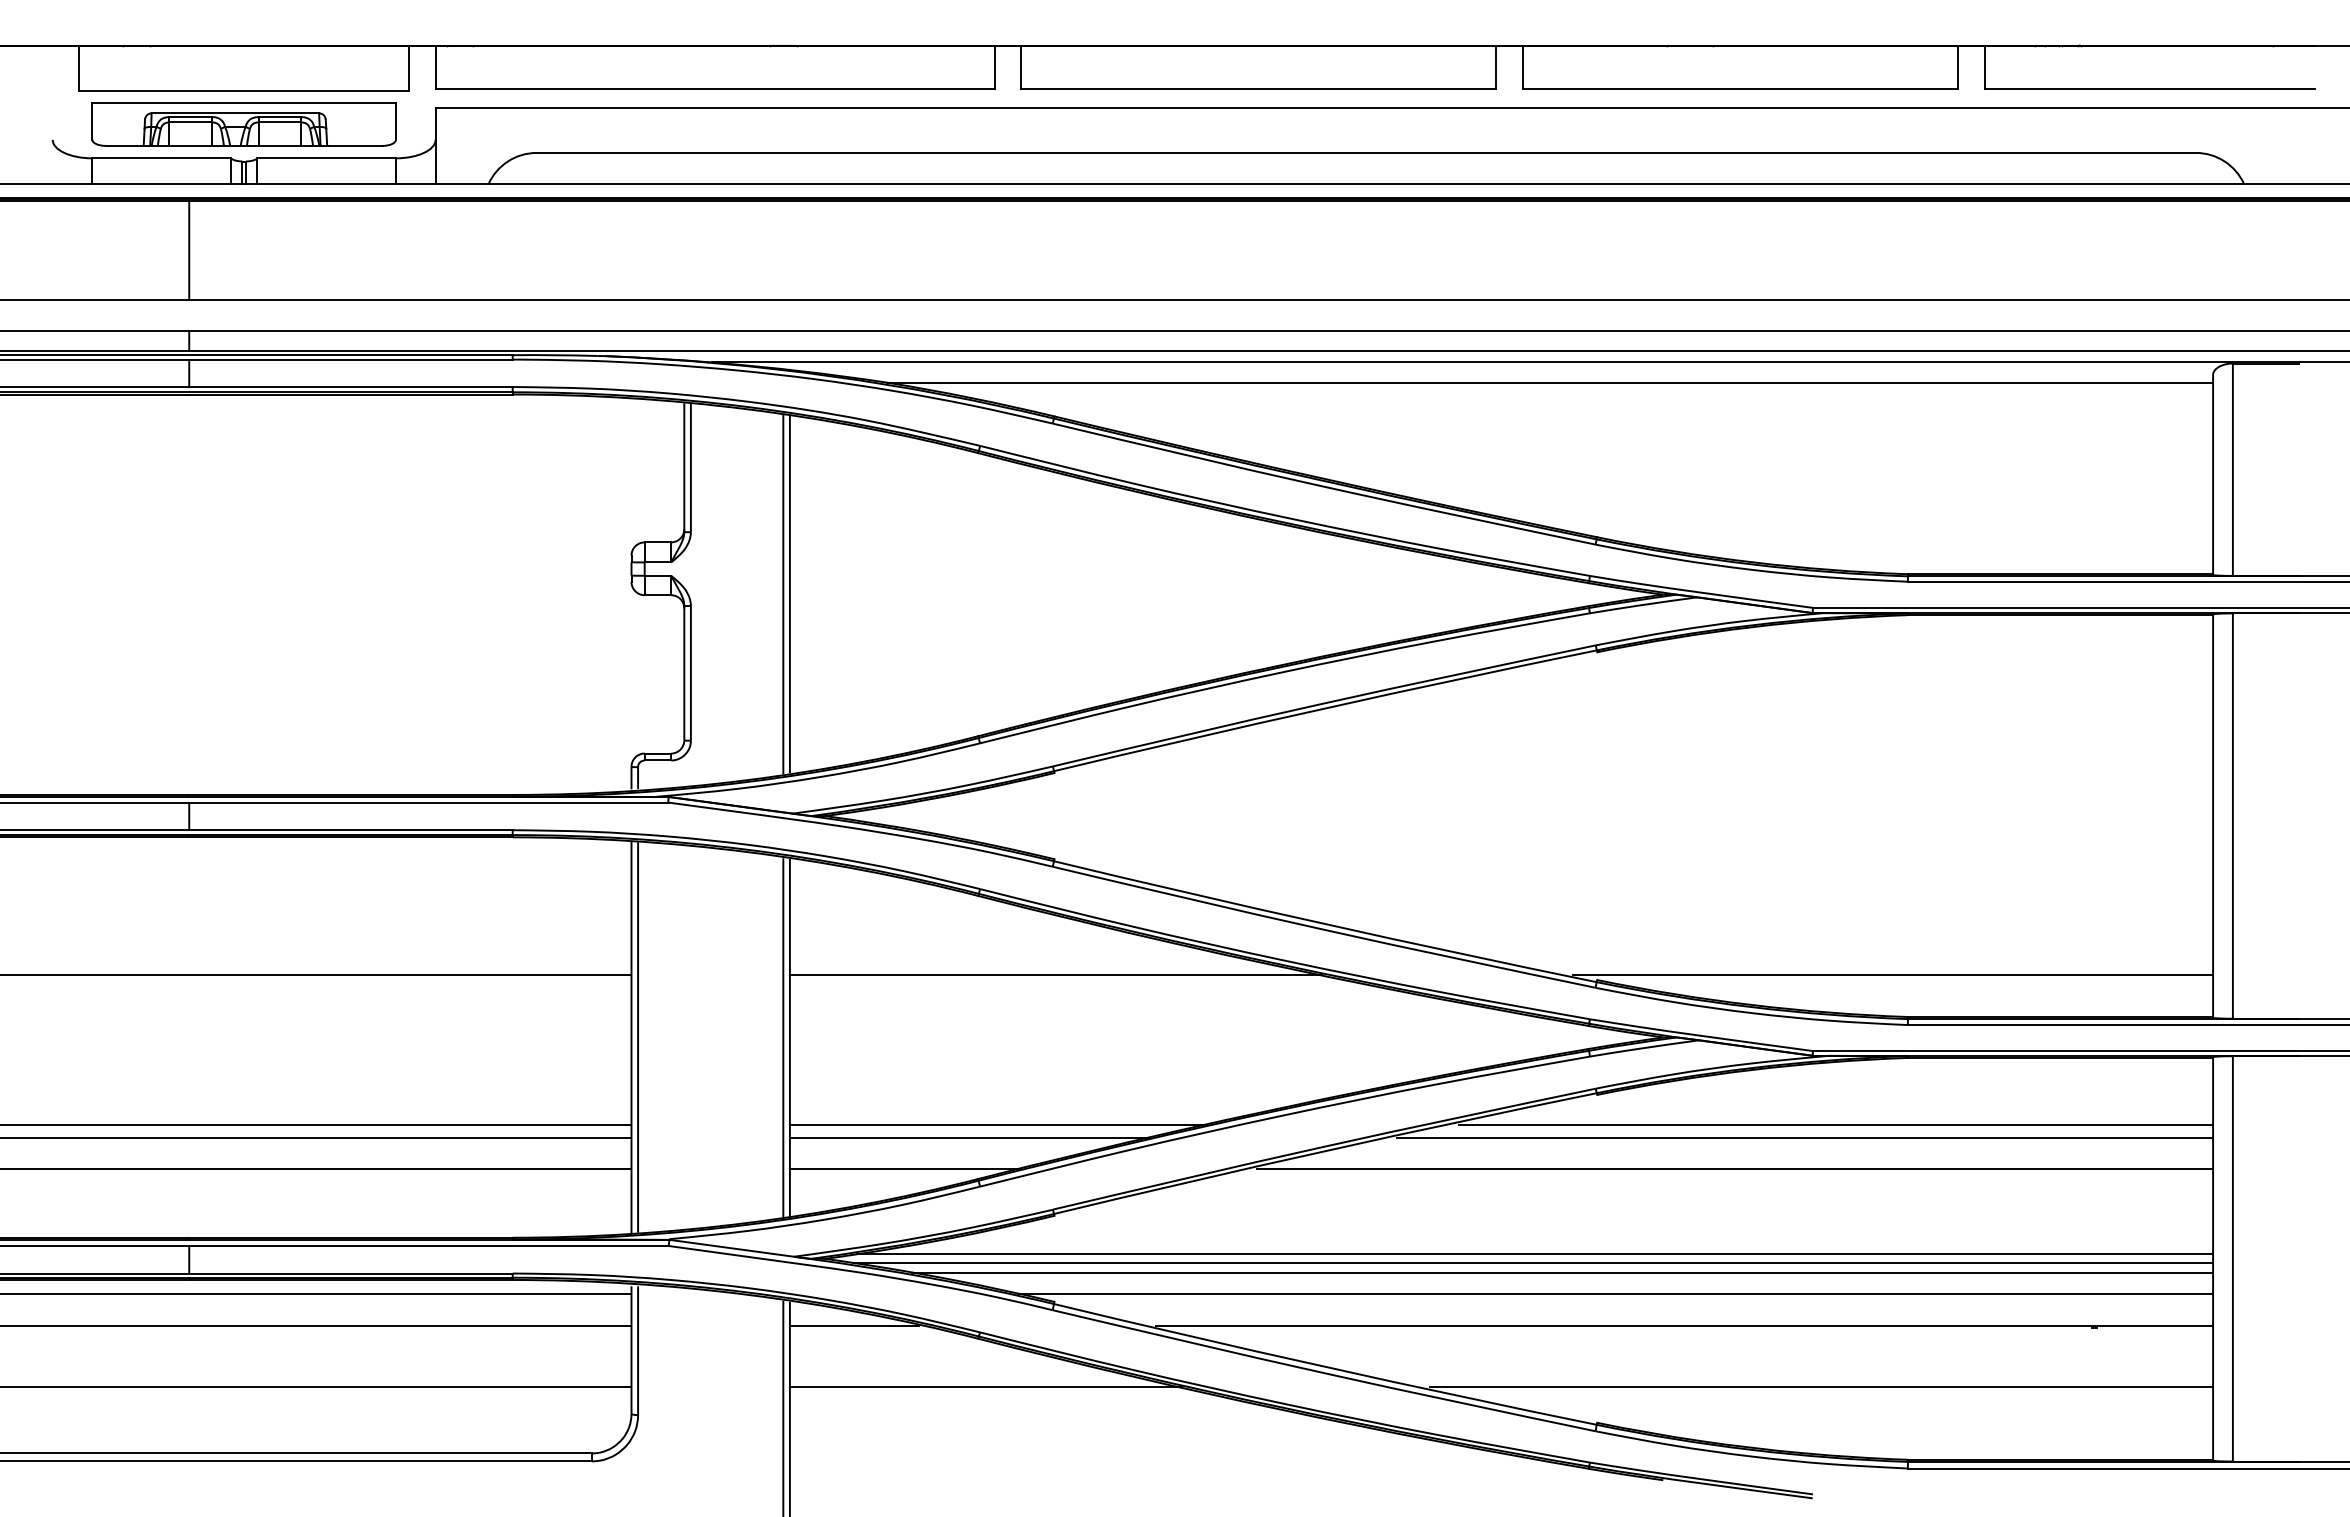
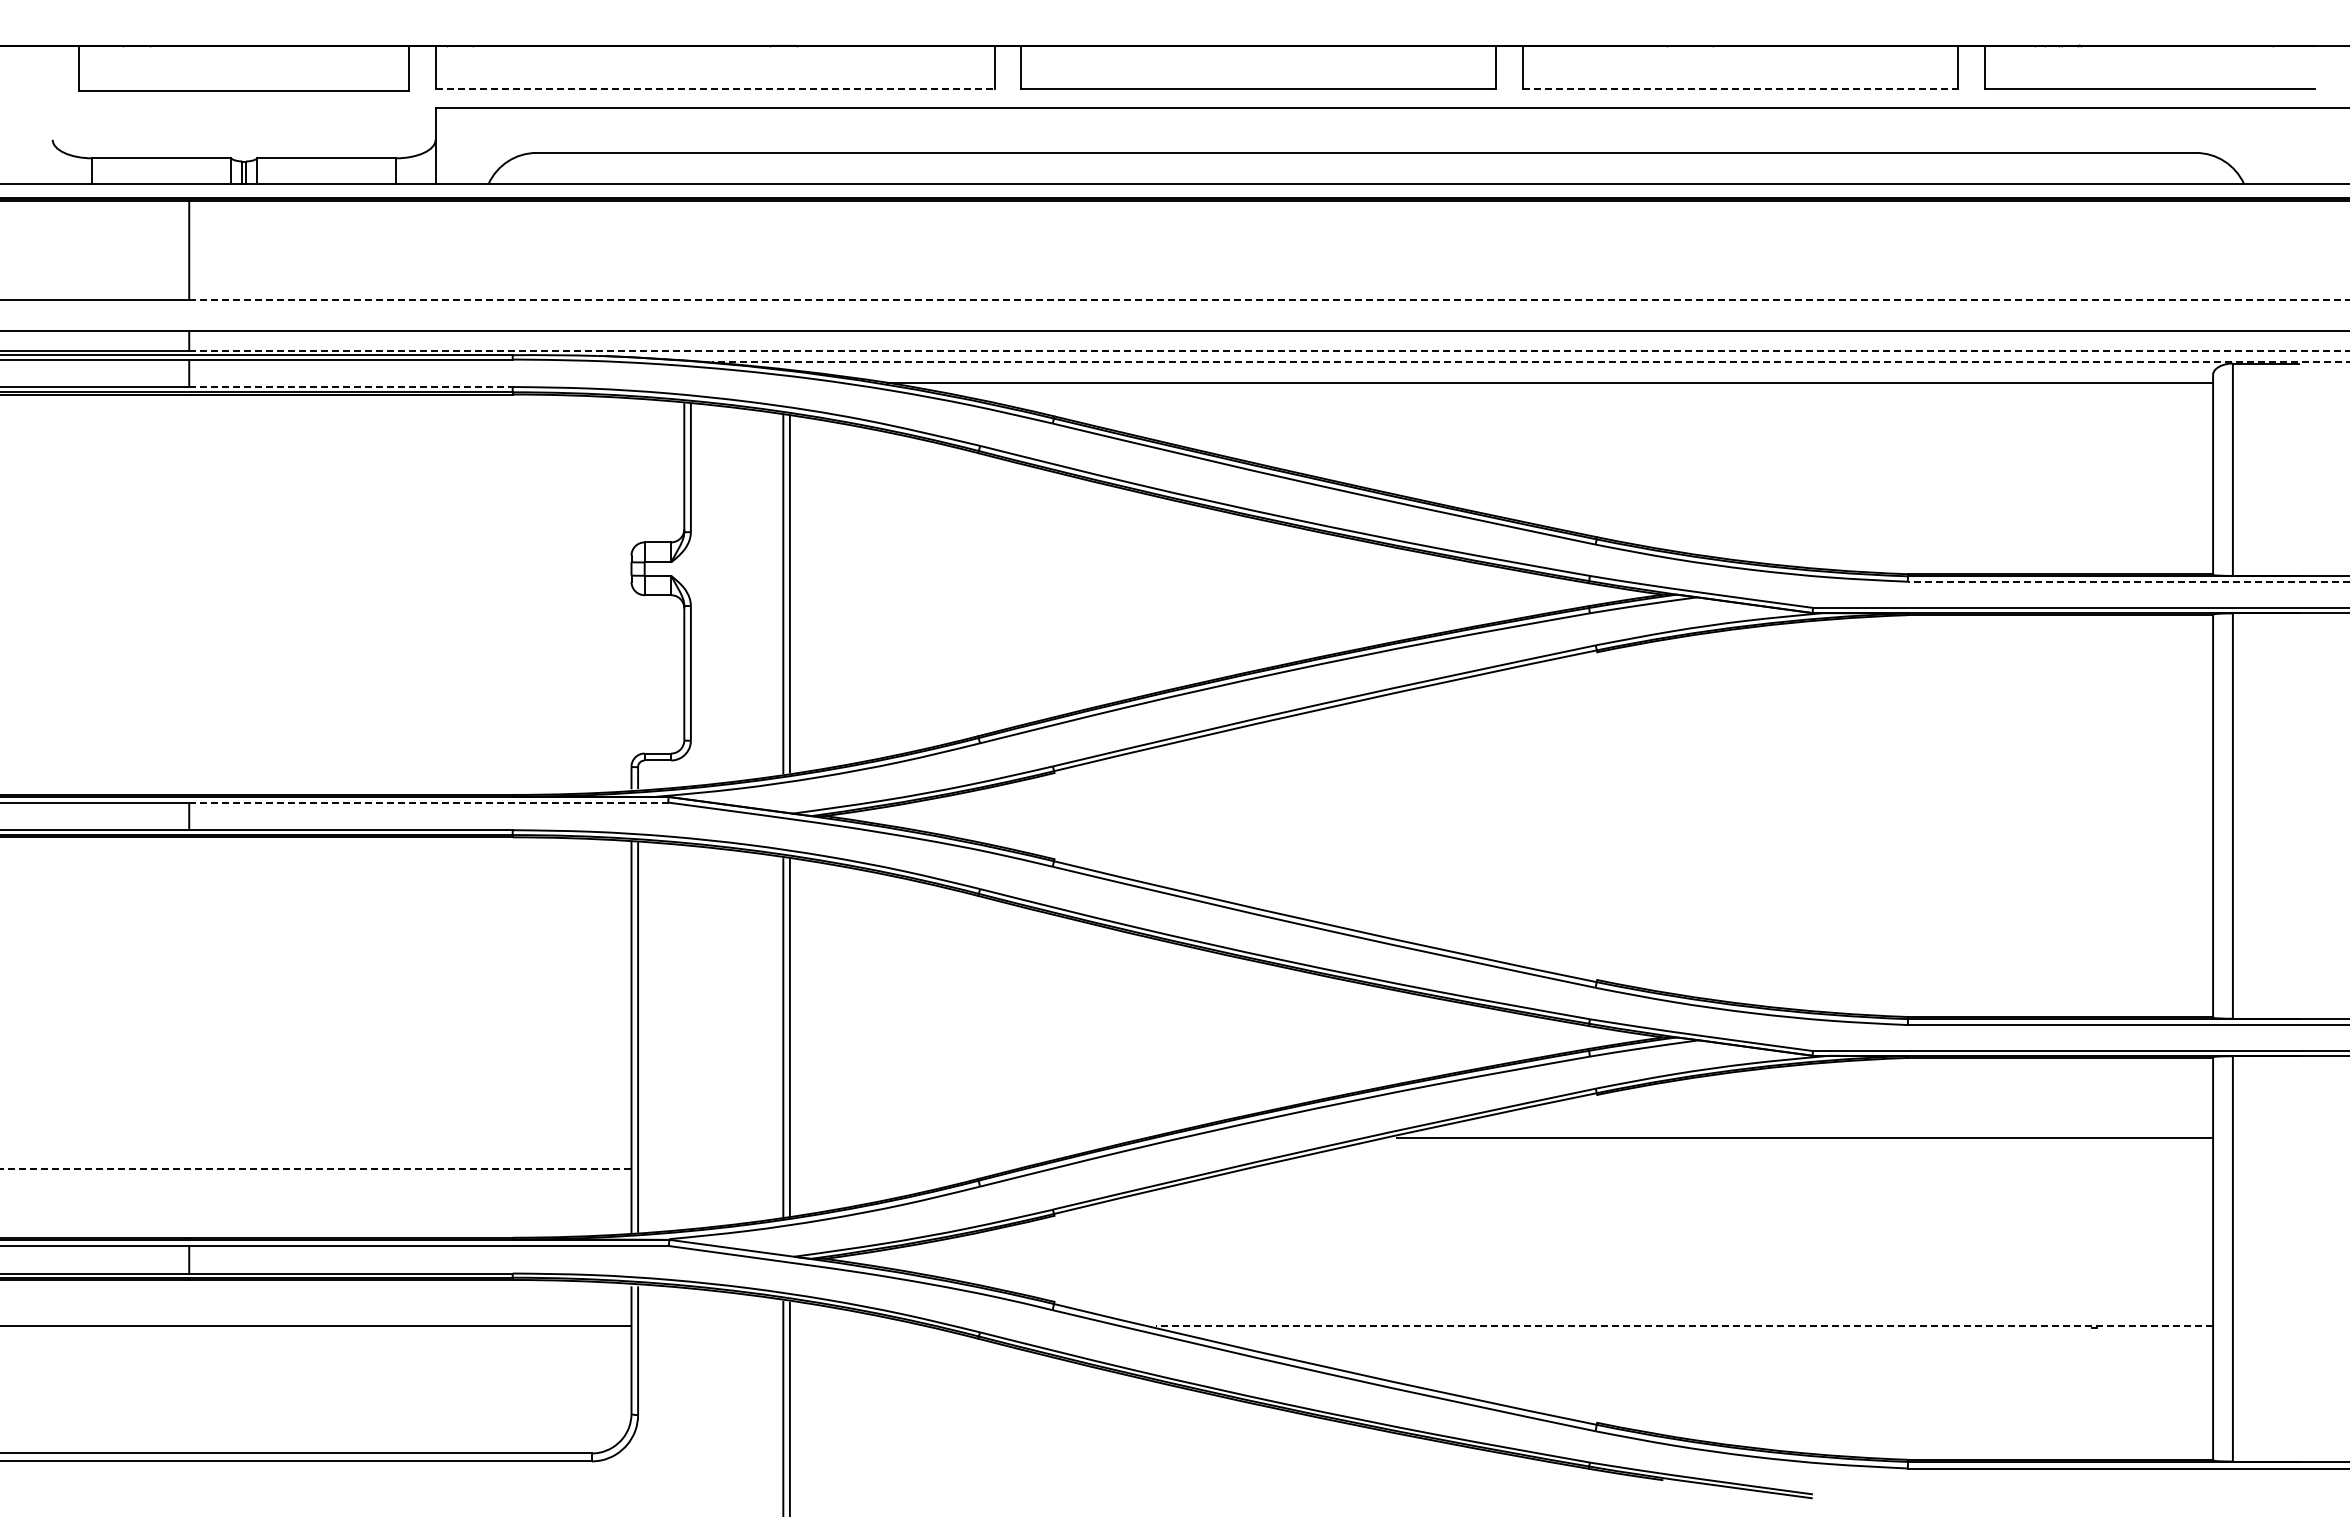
line at (715, 89): solid -> dashed
line at (1740, 89): solid -> dashed
part at (243, 124): present -> none
line at (1269, 299): solid -> dashed
line at (1269, 351): solid -> dashed
line at (1530, 362): solid -> dashed
line at (350, 387): solid -> dashed
line at (2128, 581): solid -> dashed
line at (428, 802): solid -> dashed
line at (316, 975): present -> none
line at (1055, 975): present -> none
line at (1893, 975): present -> none
line at (316, 1124): present -> none
line at (998, 1124): present -> none
line at (1835, 1124): present -> none
line at (316, 1137): present -> none
line at (969, 1137): present -> none
line at (315, 1168): solid -> dashed
line at (905, 1168): present -> none
line at (1735, 1168): present -> none
line at (1534, 1254): present -> none
line at (1532, 1263): present -> none
line at (1562, 1272): present -> none
line at (316, 1294): present -> none
line at (1615, 1294): present -> none
line at (854, 1325): present -> none
line at (1684, 1325): solid -> dashed
line at (316, 1387): present -> none
line at (985, 1387): present -> none
line at (1821, 1387): present -> none
